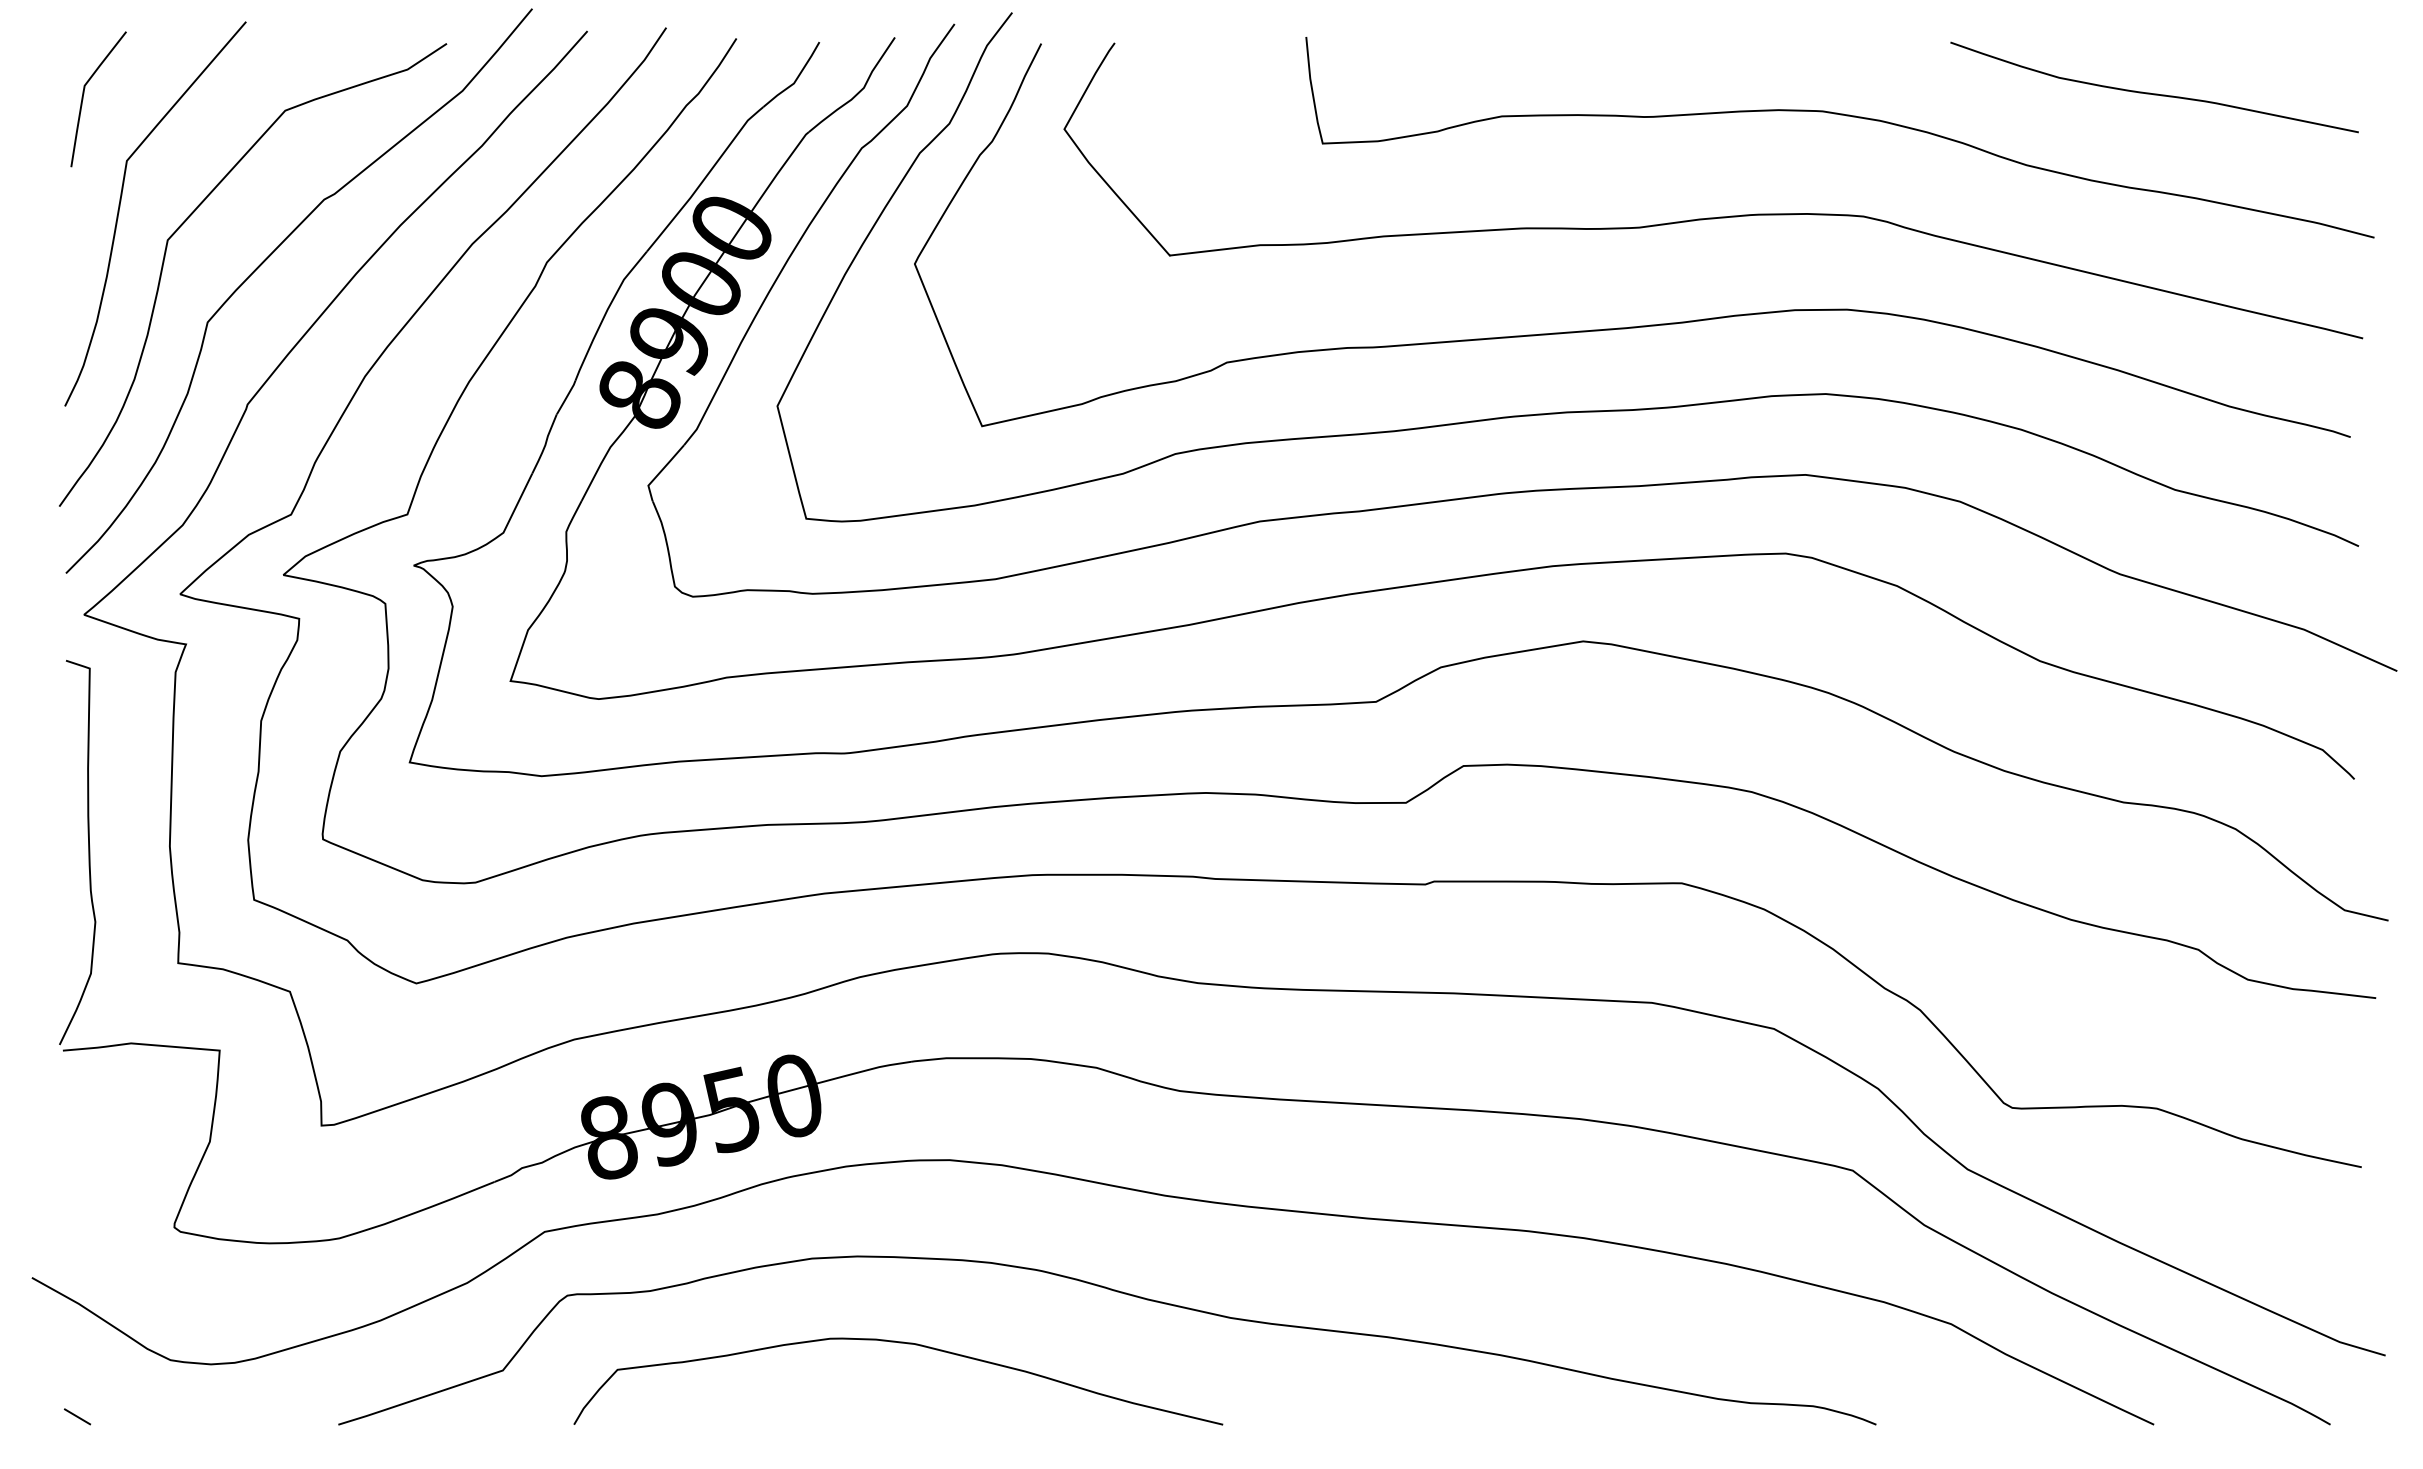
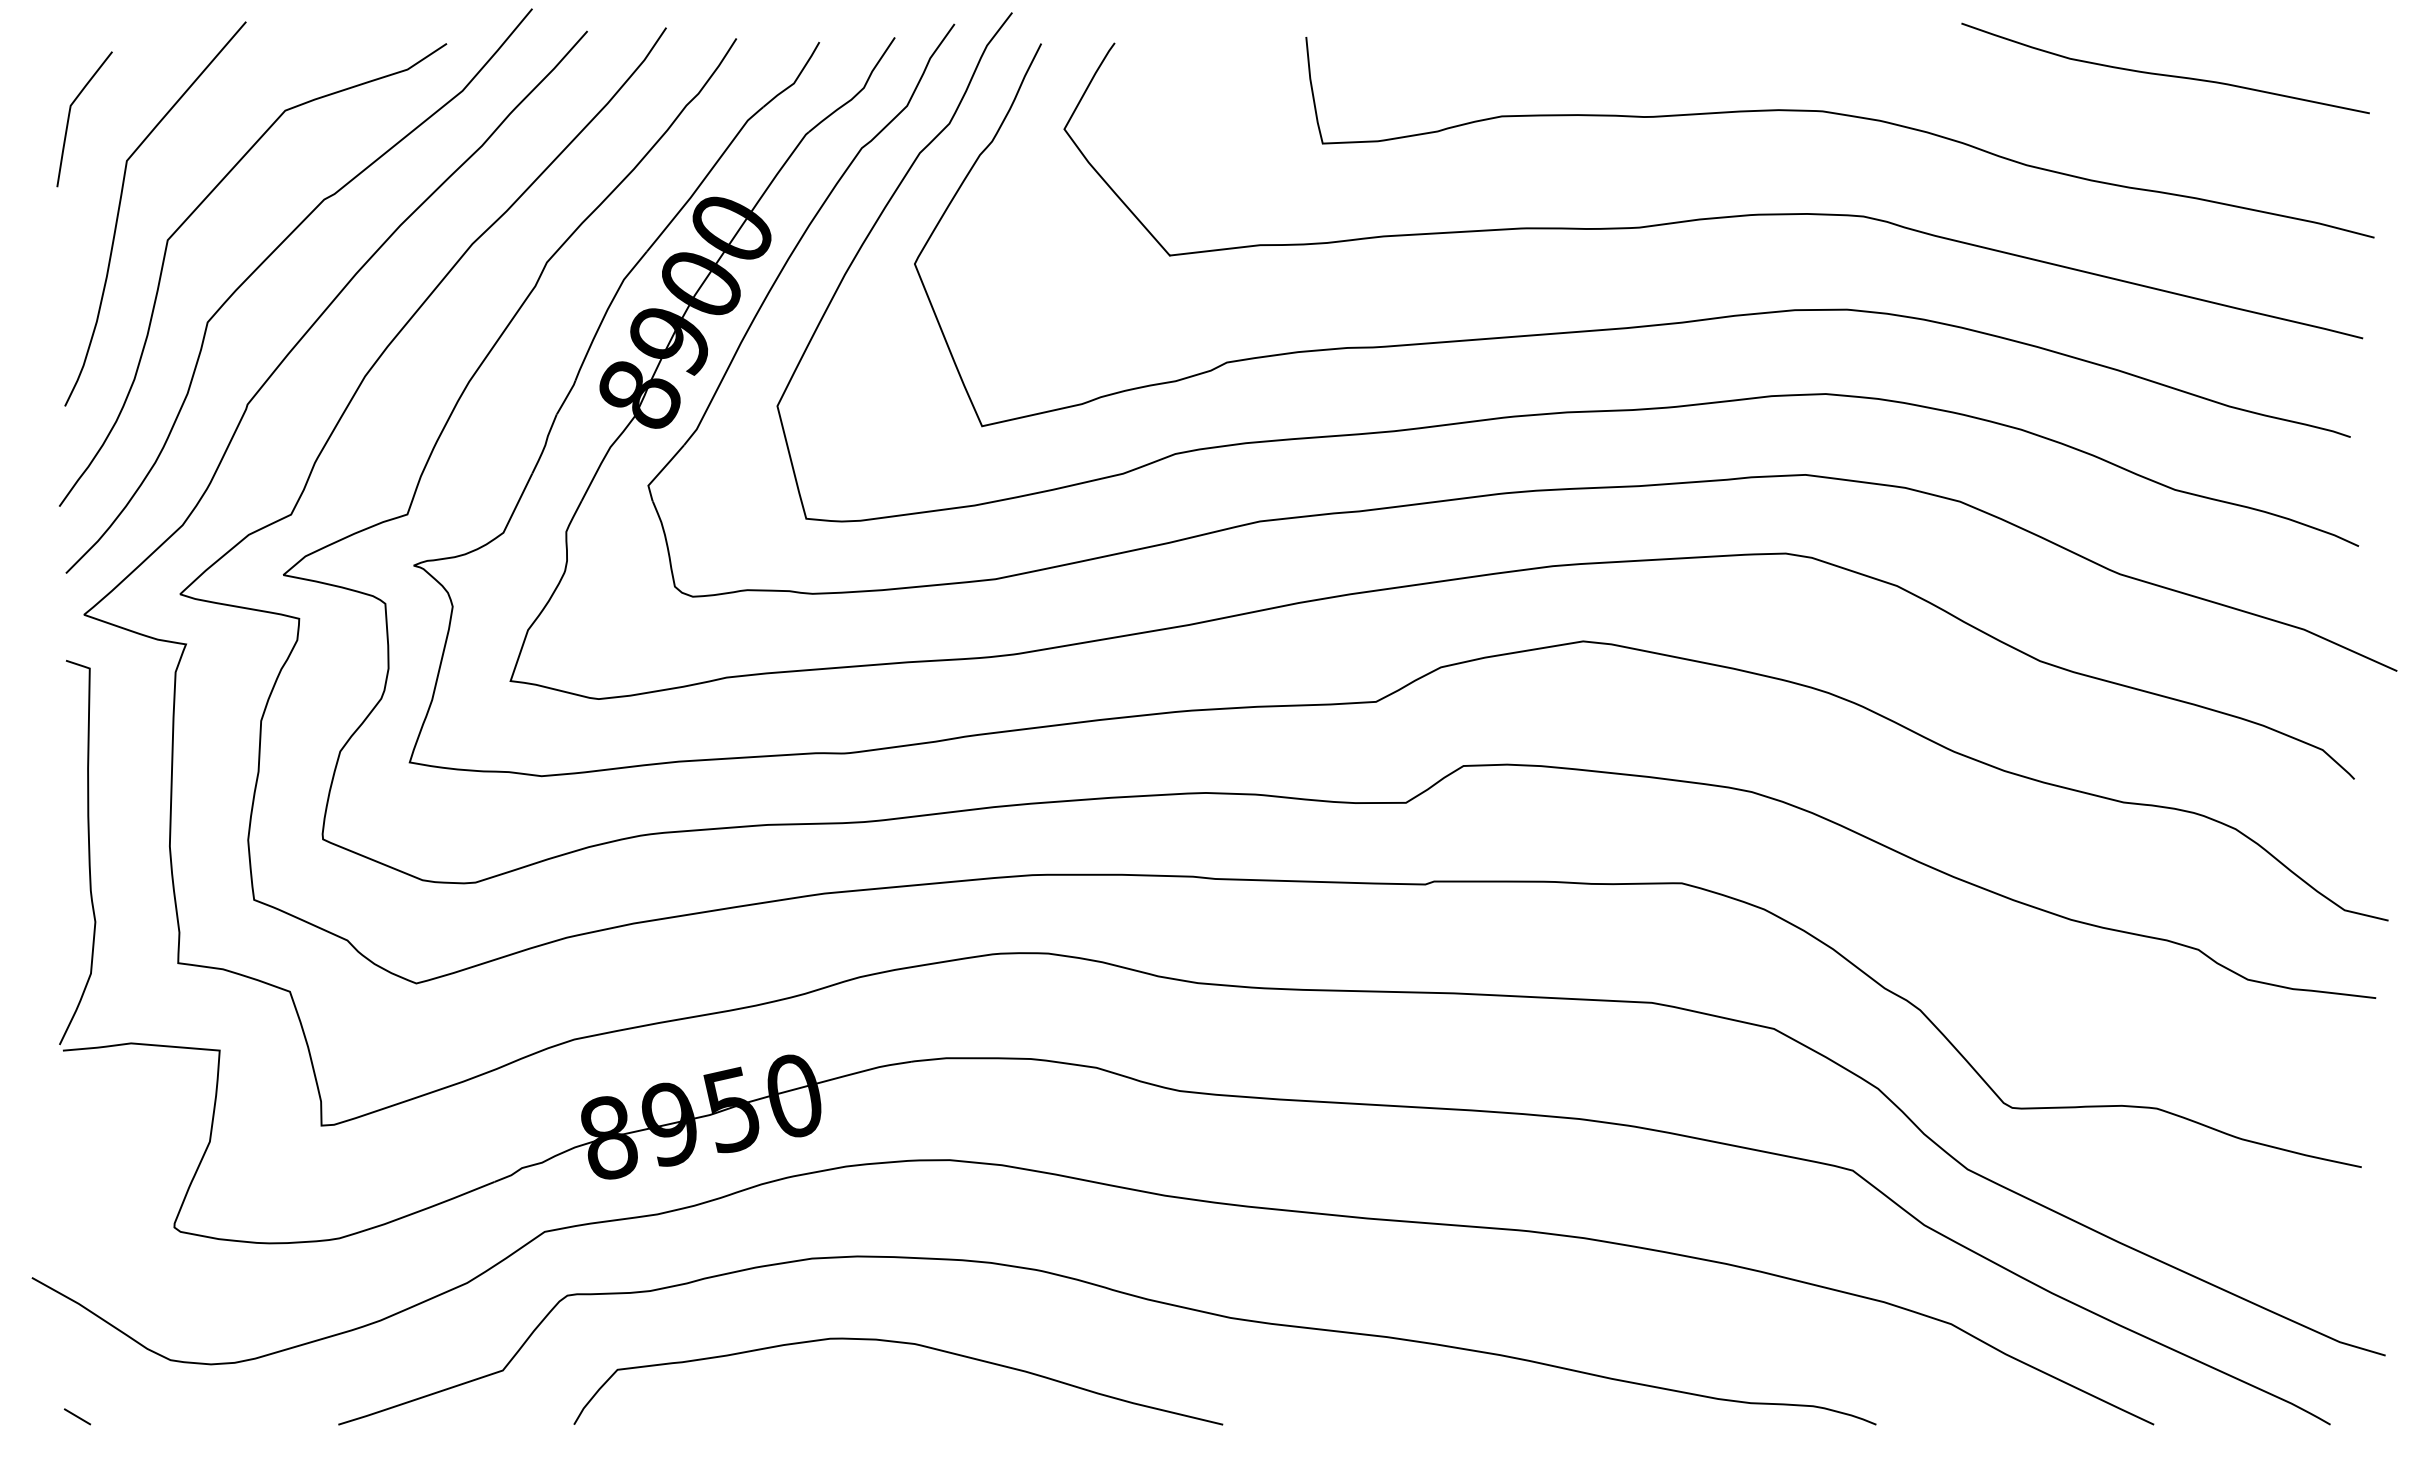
curve at (2154, 93) position: (2154, 93) -> (2165, 74)
curve at (83, 99) position: (83, 99) -> (69, 119)
